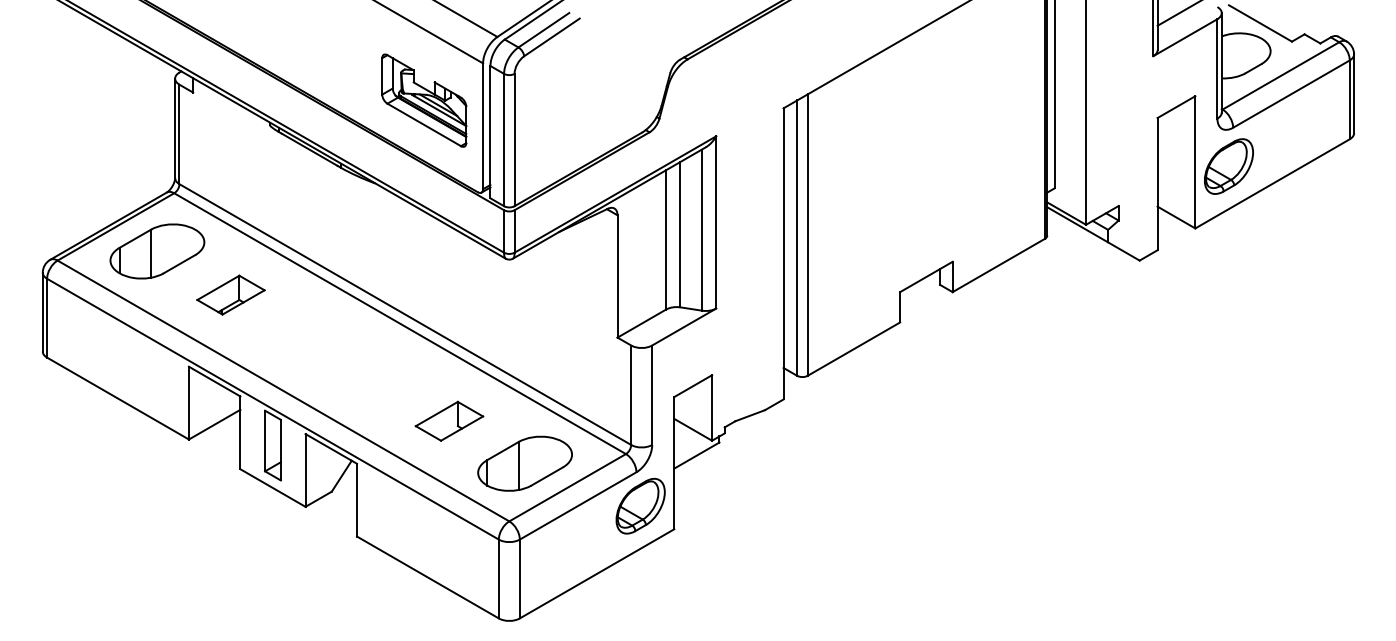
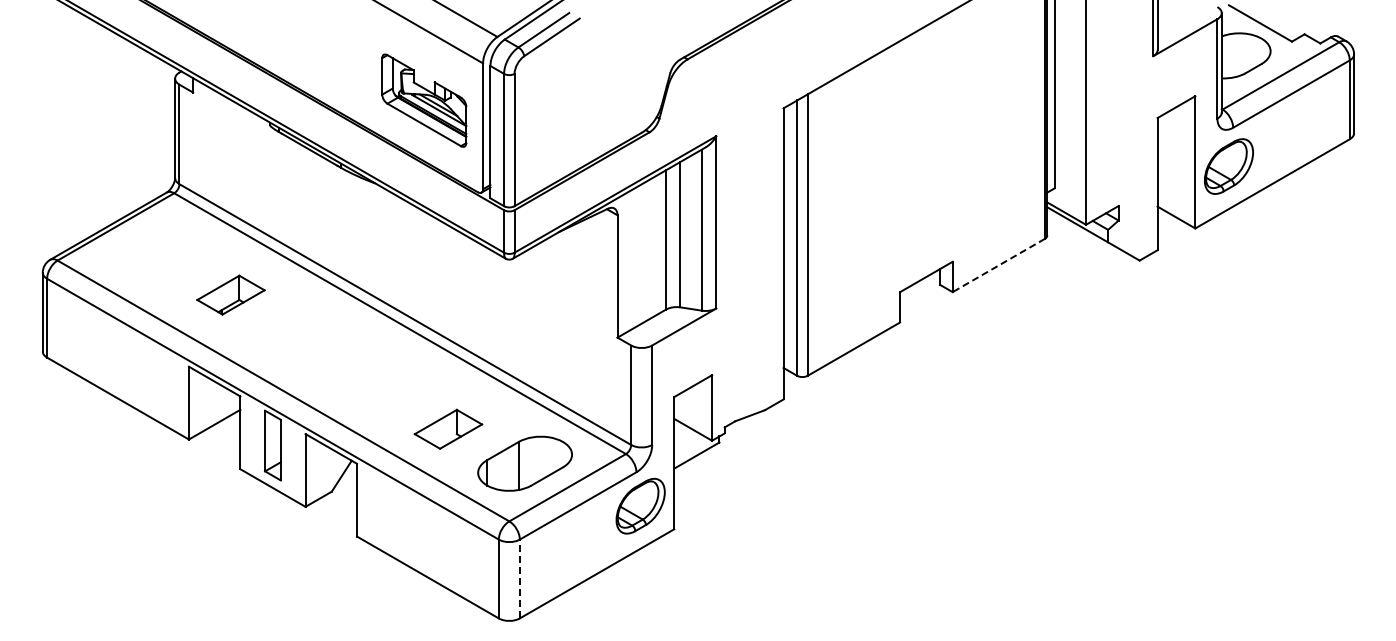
line at (1177, 13): present -> none
part at (157, 251): present -> none
line at (998, 265): solid -> dashed
part at (449, 420) position: (449, 420) -> (448, 428)
line at (519, 578): solid -> dashed
